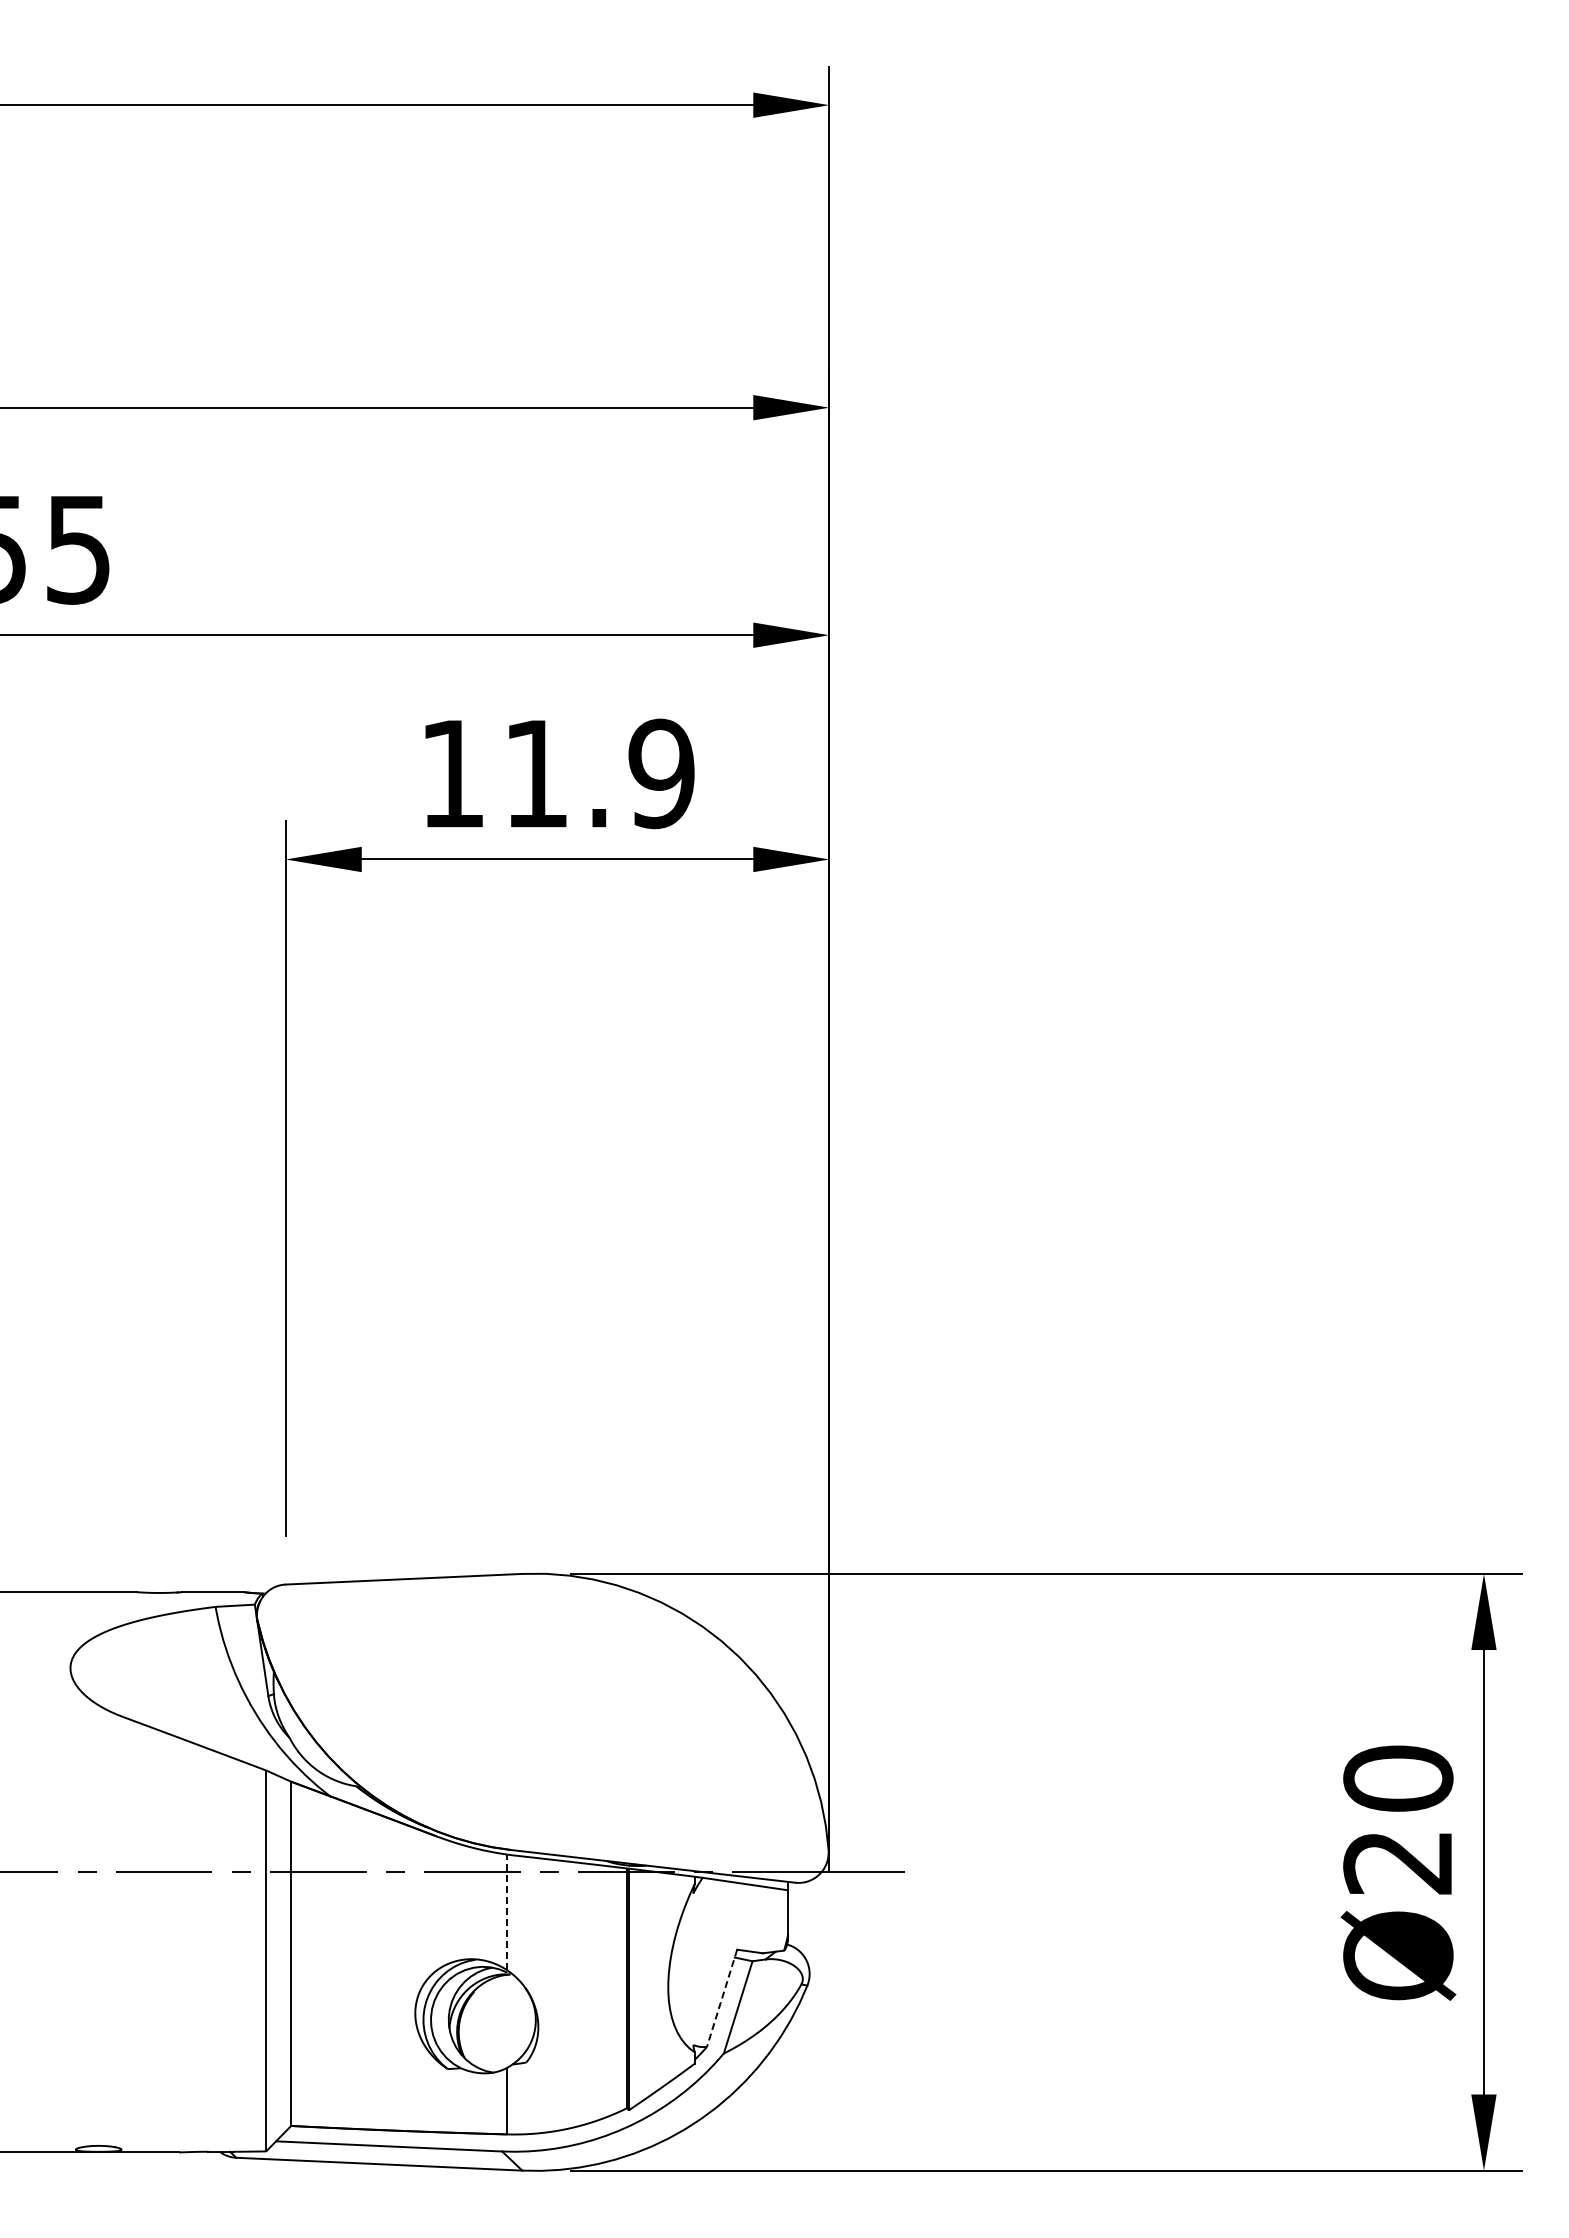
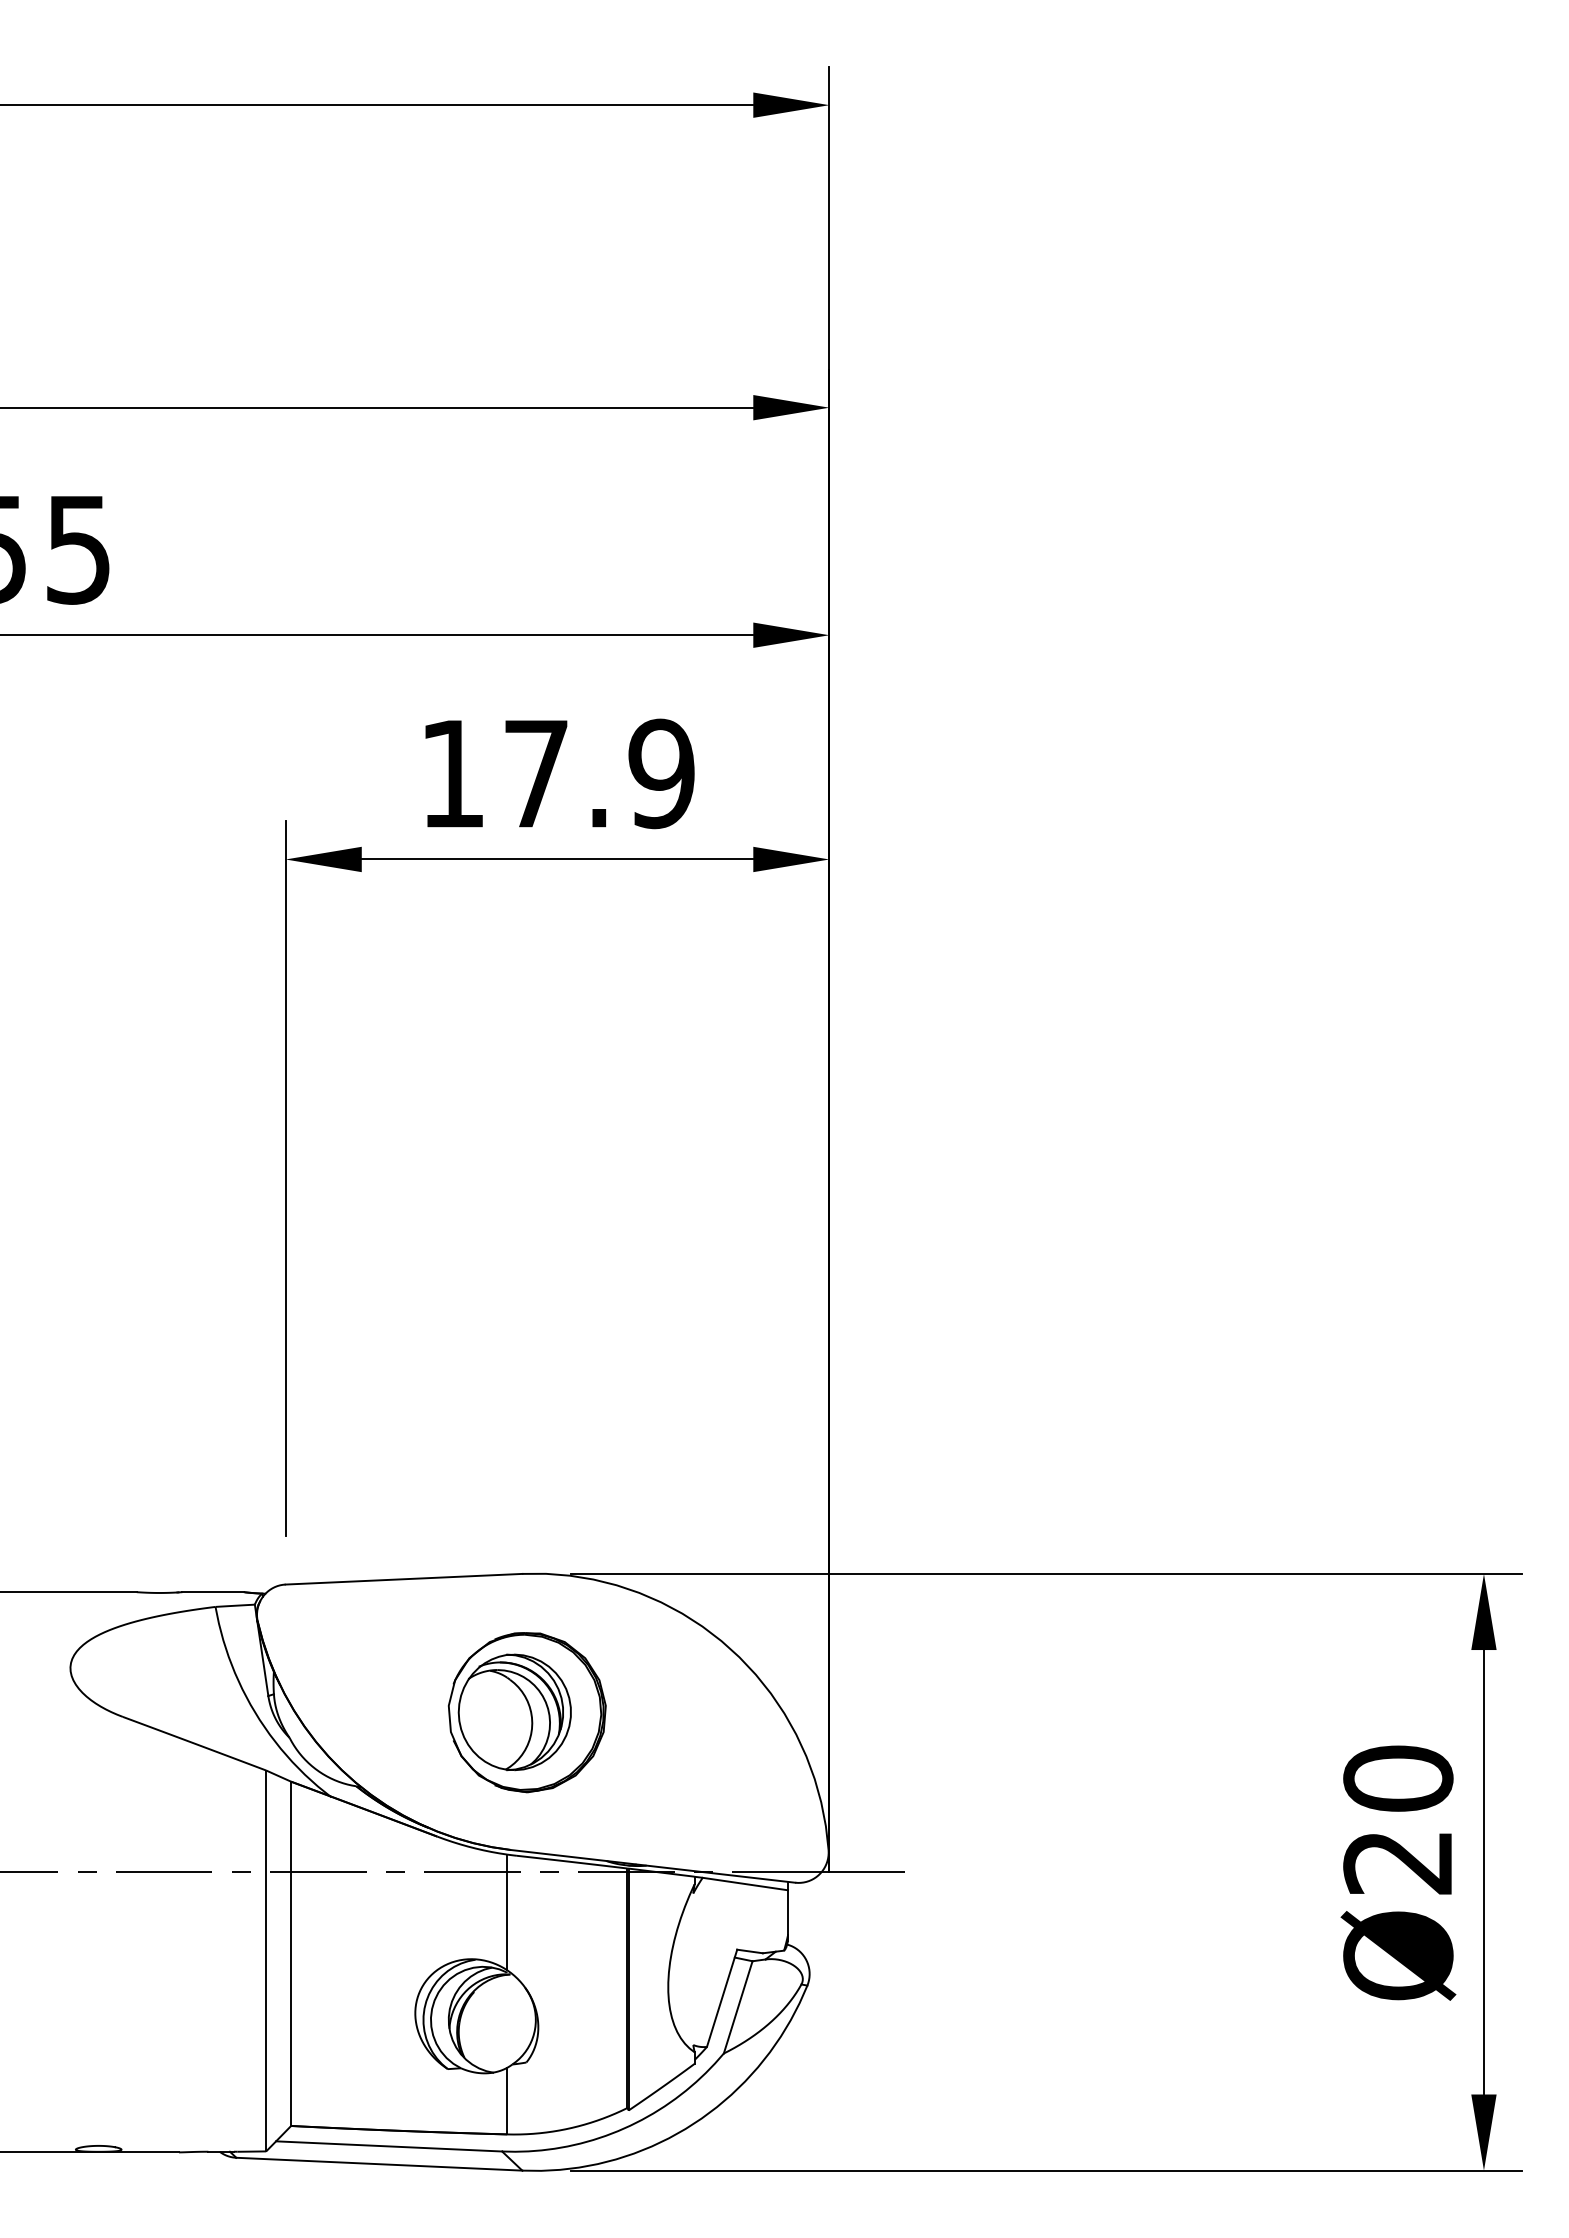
text at (536, 773): 11.9 -> 17.9
part at (526, 1712): none -> present
line at (507, 1912): dashed -> solid
line at (722, 1998): dashed -> solid
